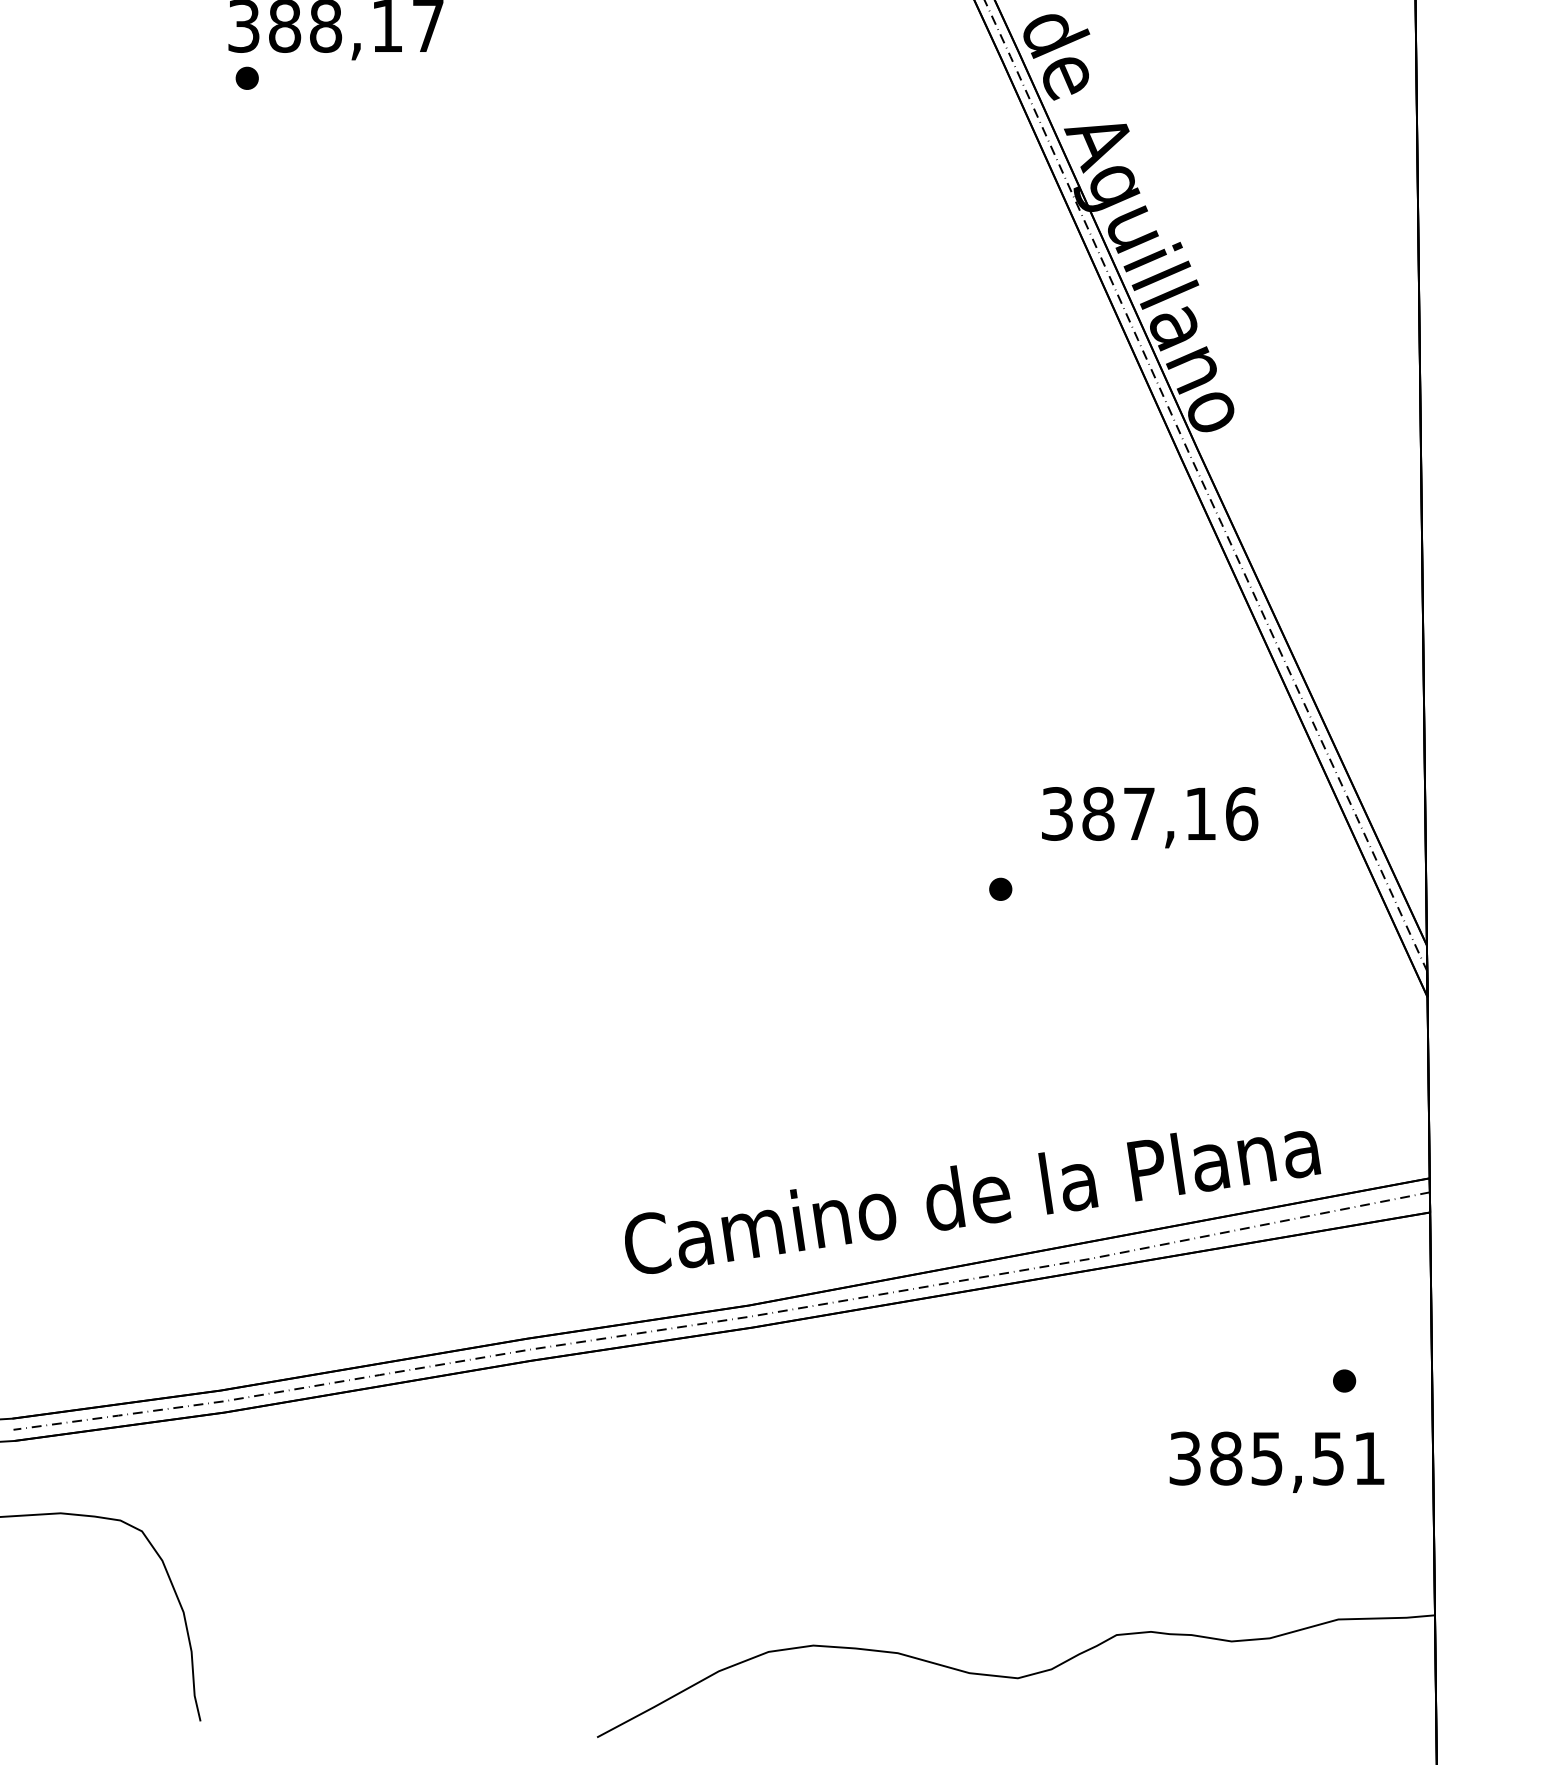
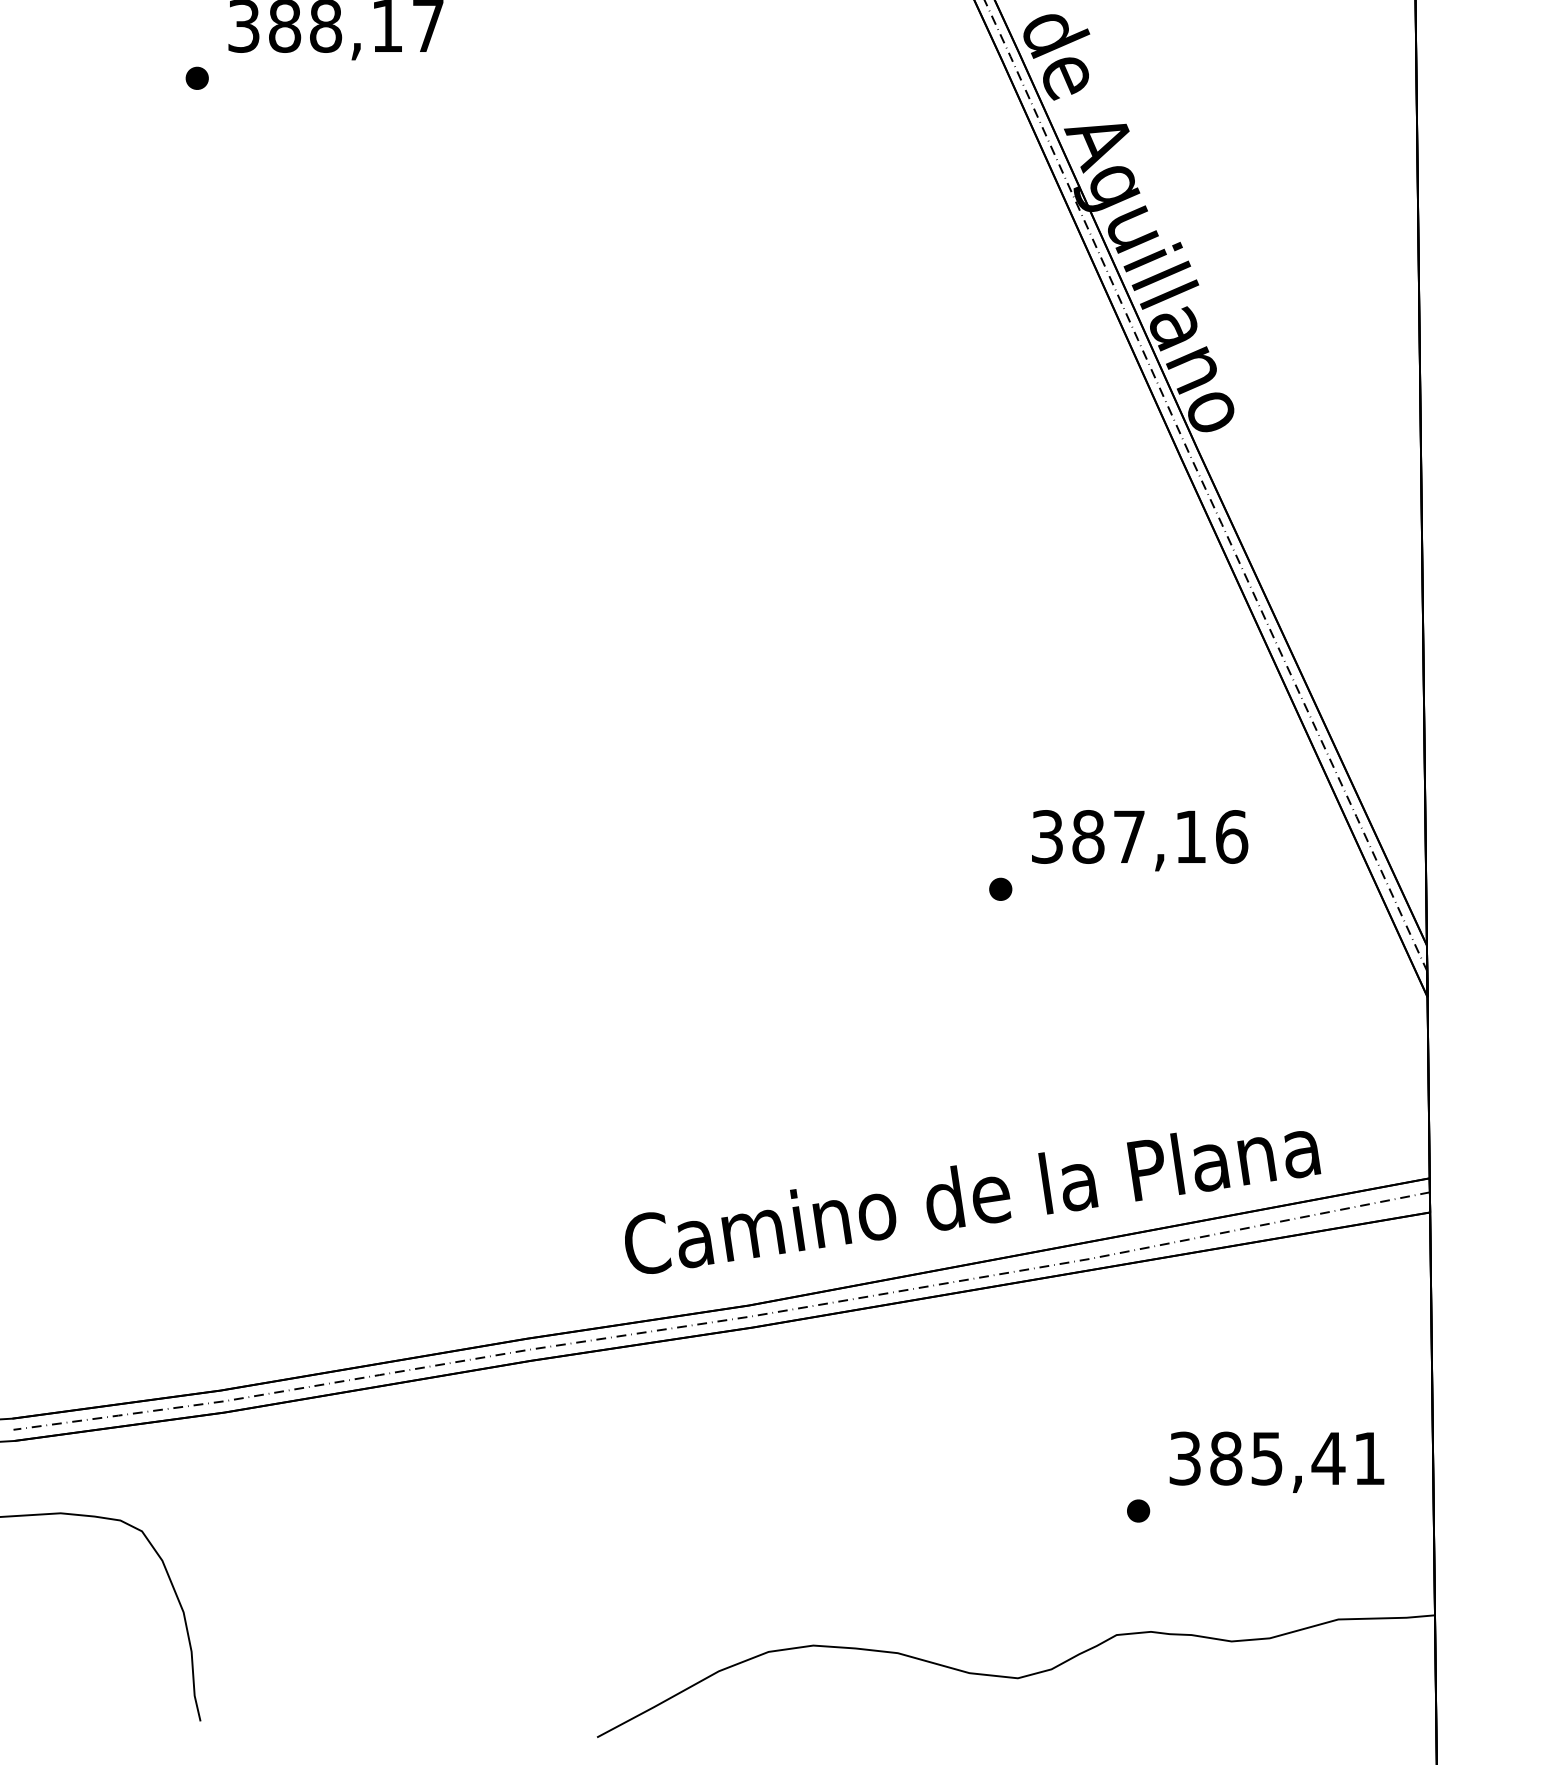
part at (246, 77) position: (246, 77) -> (196, 77)
text at (1150, 817) position: (1150, 817) -> (1140, 840)
part at (1344, 1380) position: (1344, 1380) -> (1138, 1510)
text at (1328, 1458): 385,51 -> 385,41
